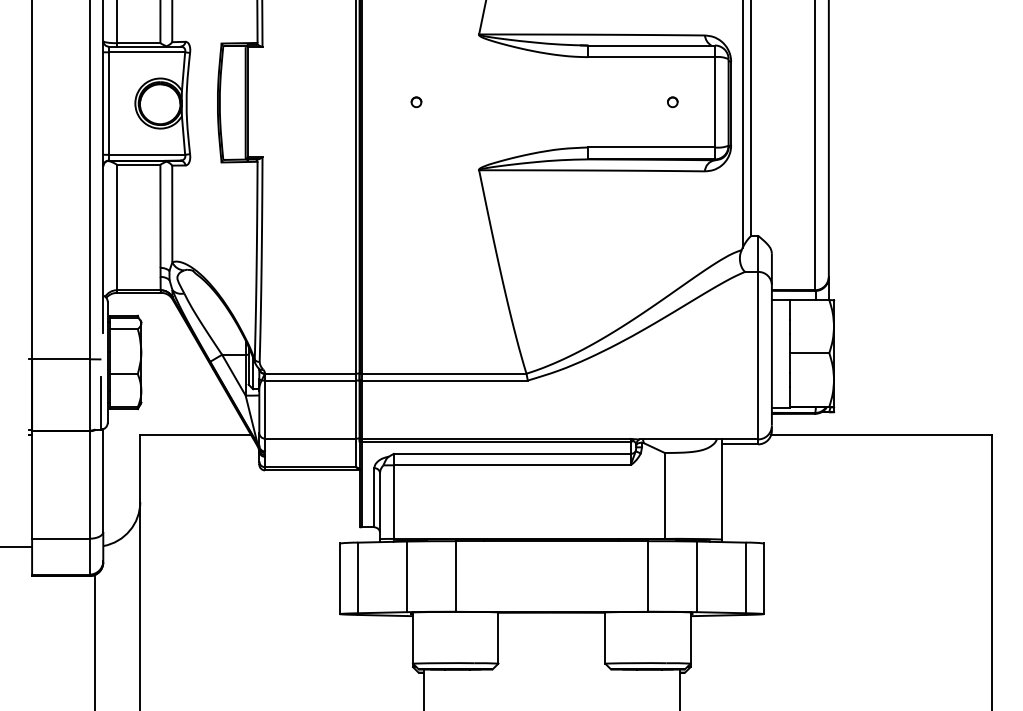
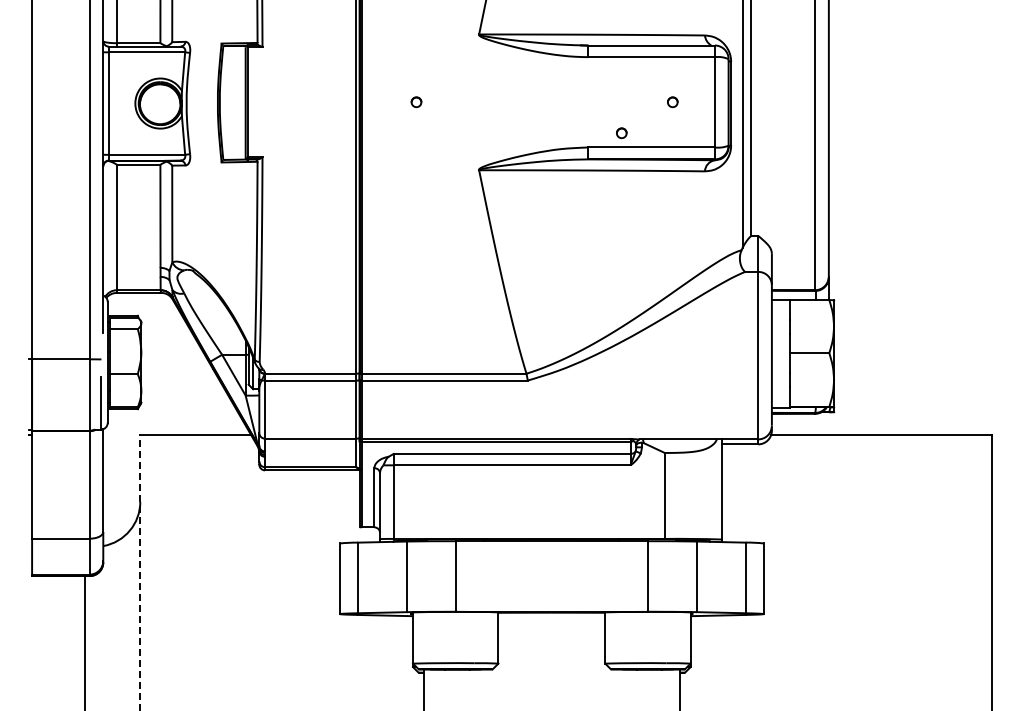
part at (621, 133): none -> present
line at (17, 546): present -> none
line at (140, 572): solid -> dashed
line at (95, 640) position: (95, 640) -> (85, 640)
